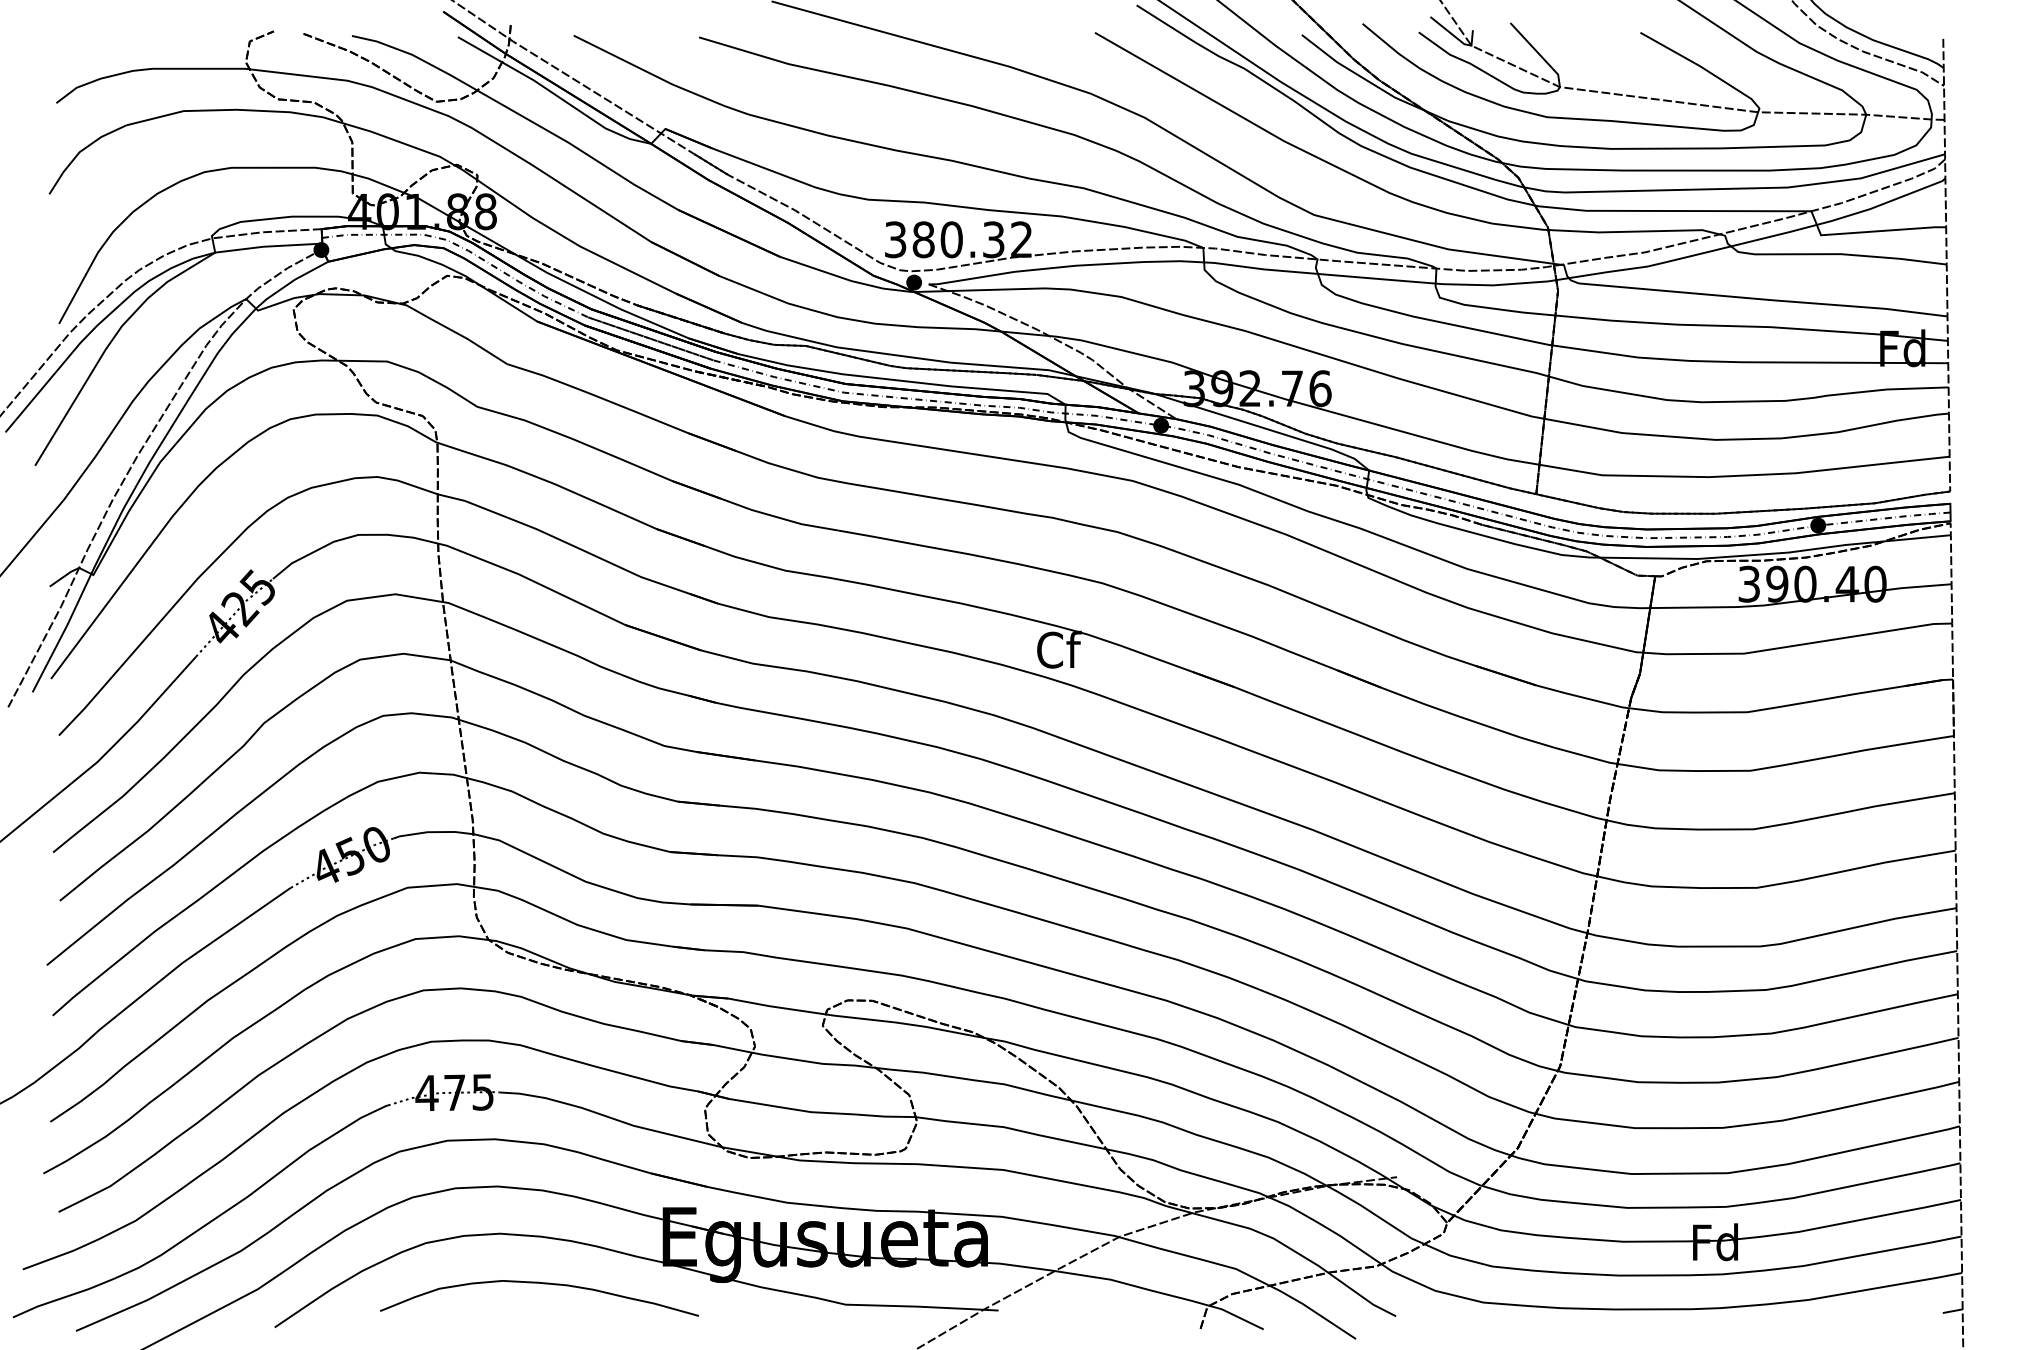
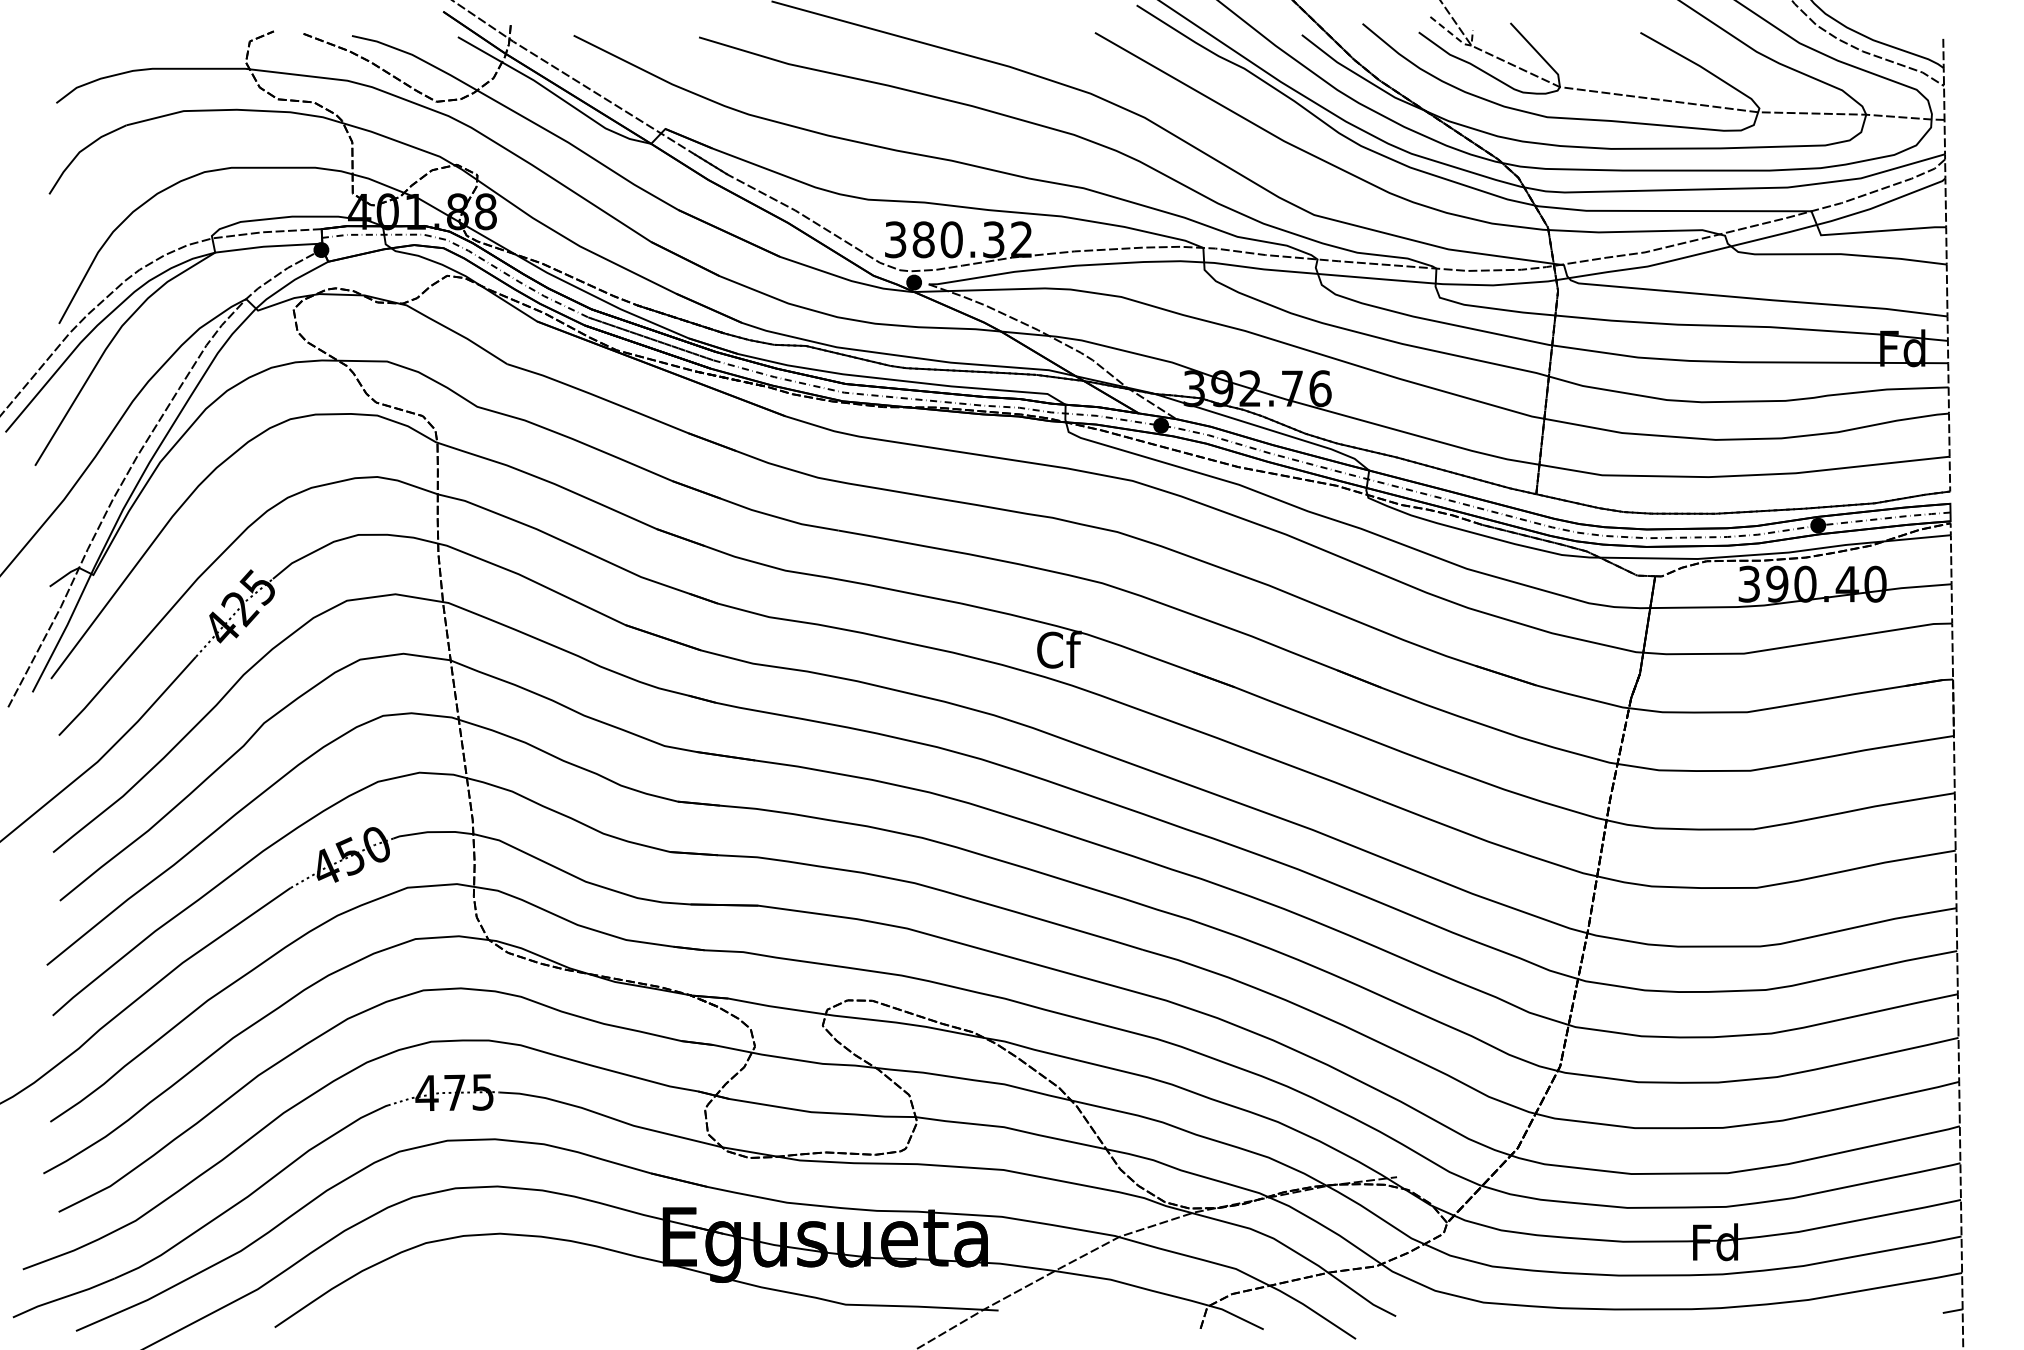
line at (1457, 38): solid -> dashed
curve at (543, 1284): present -> none
